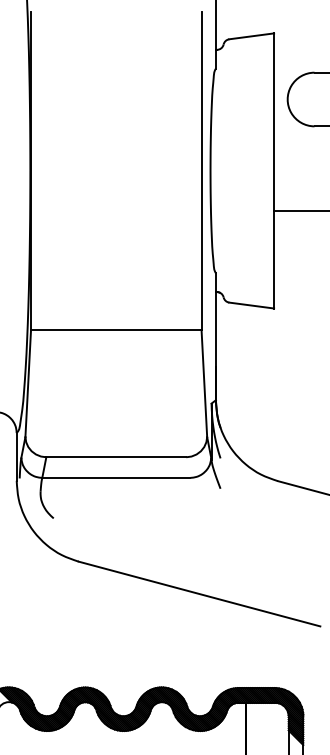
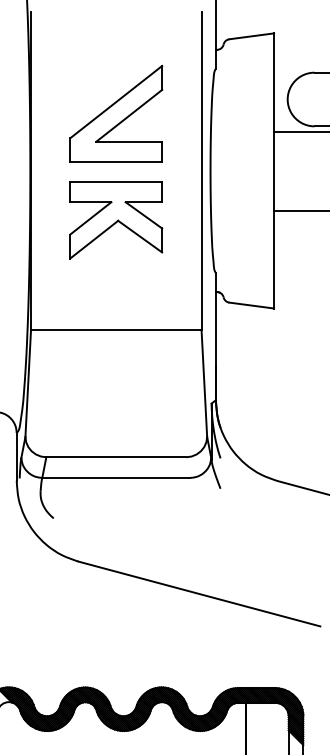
part at (116, 113): none -> present
line at (300, 132): none -> present
part at (116, 220): none -> present
